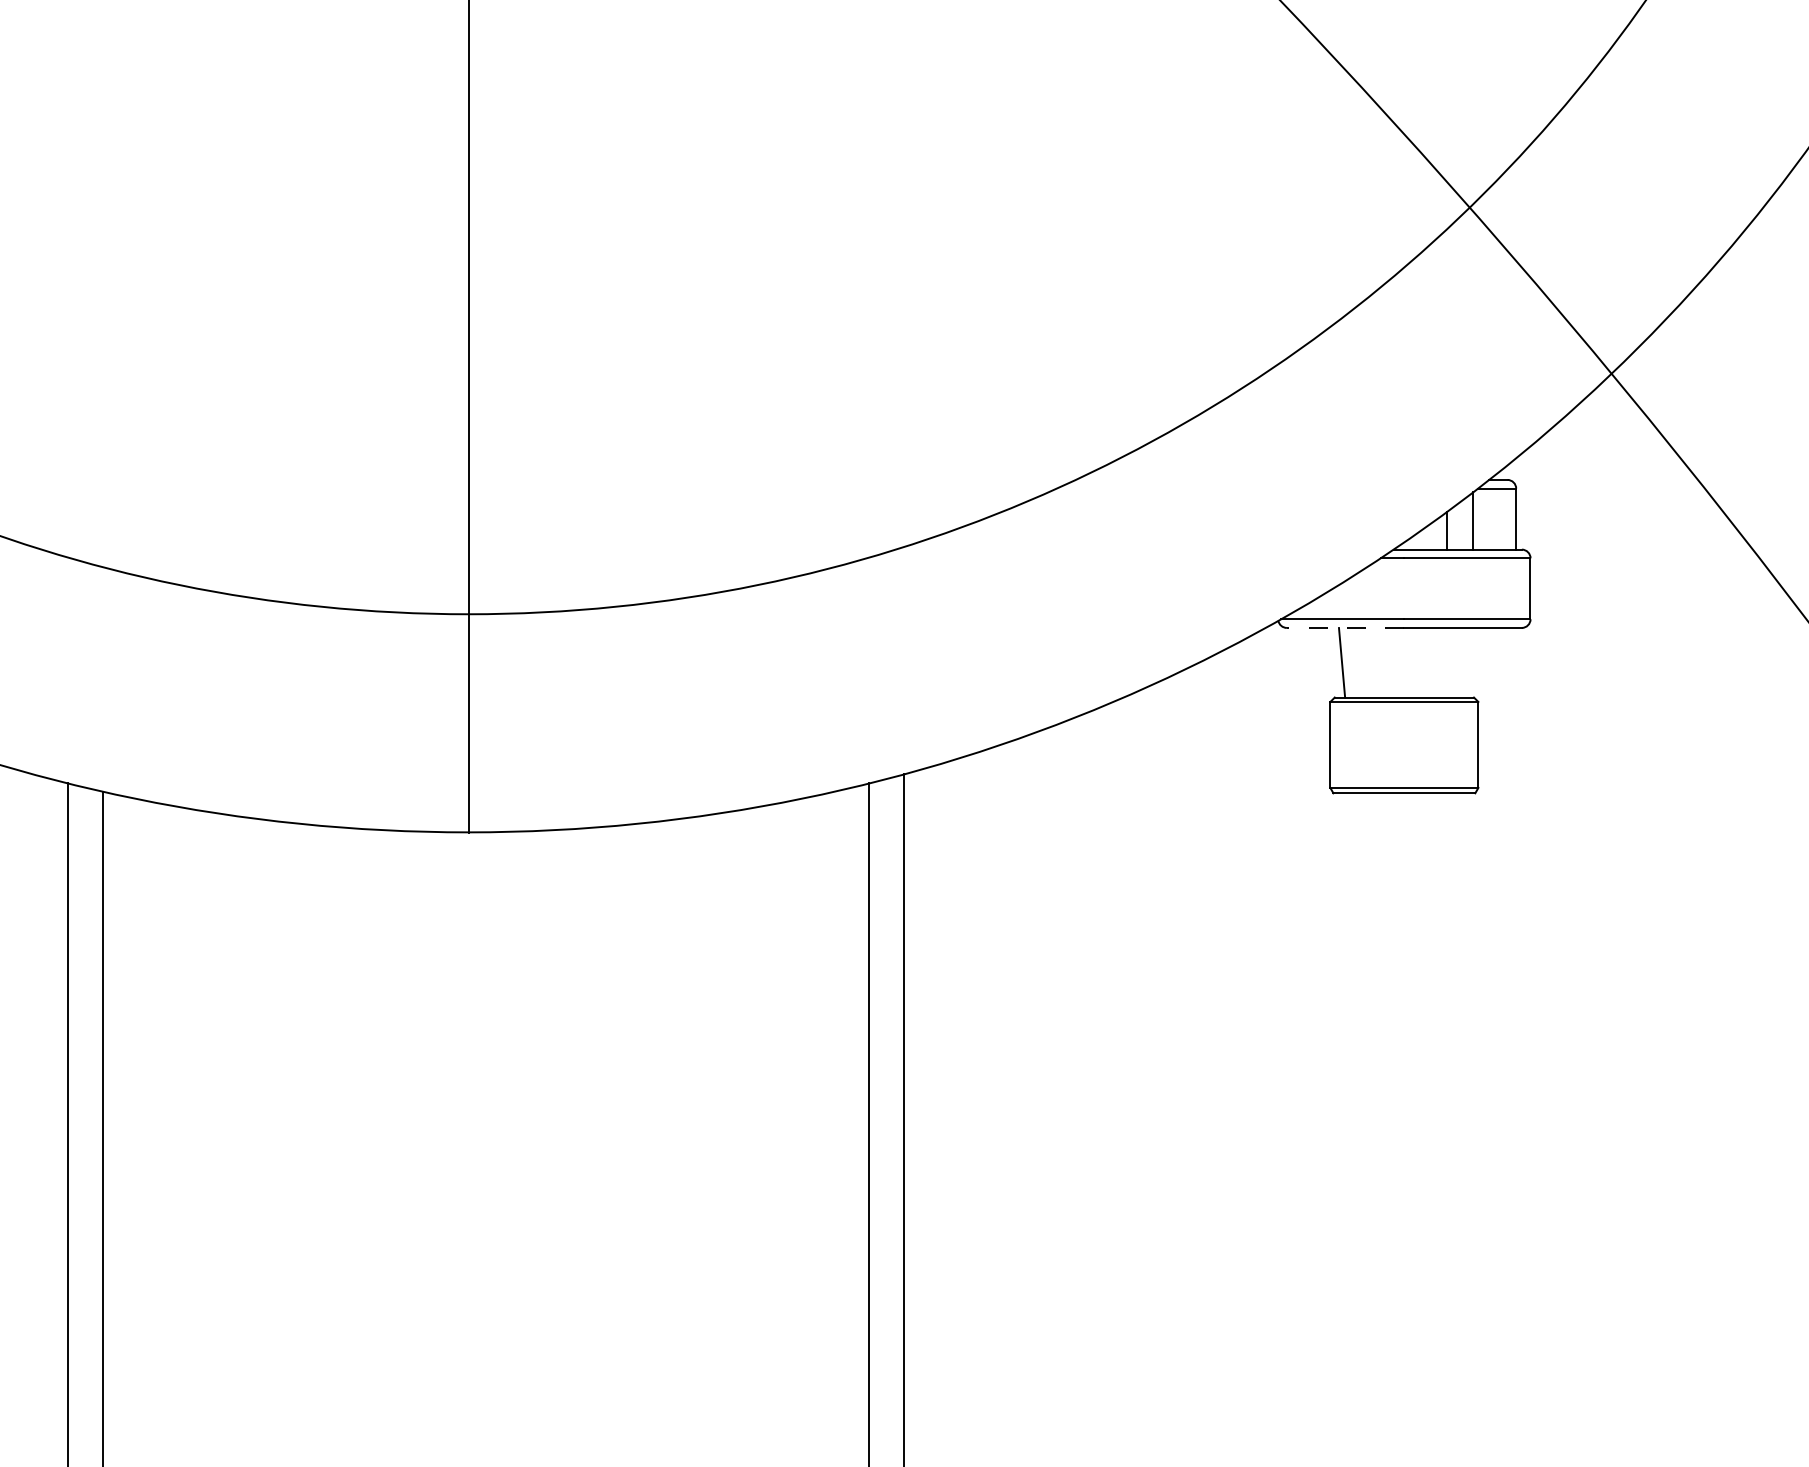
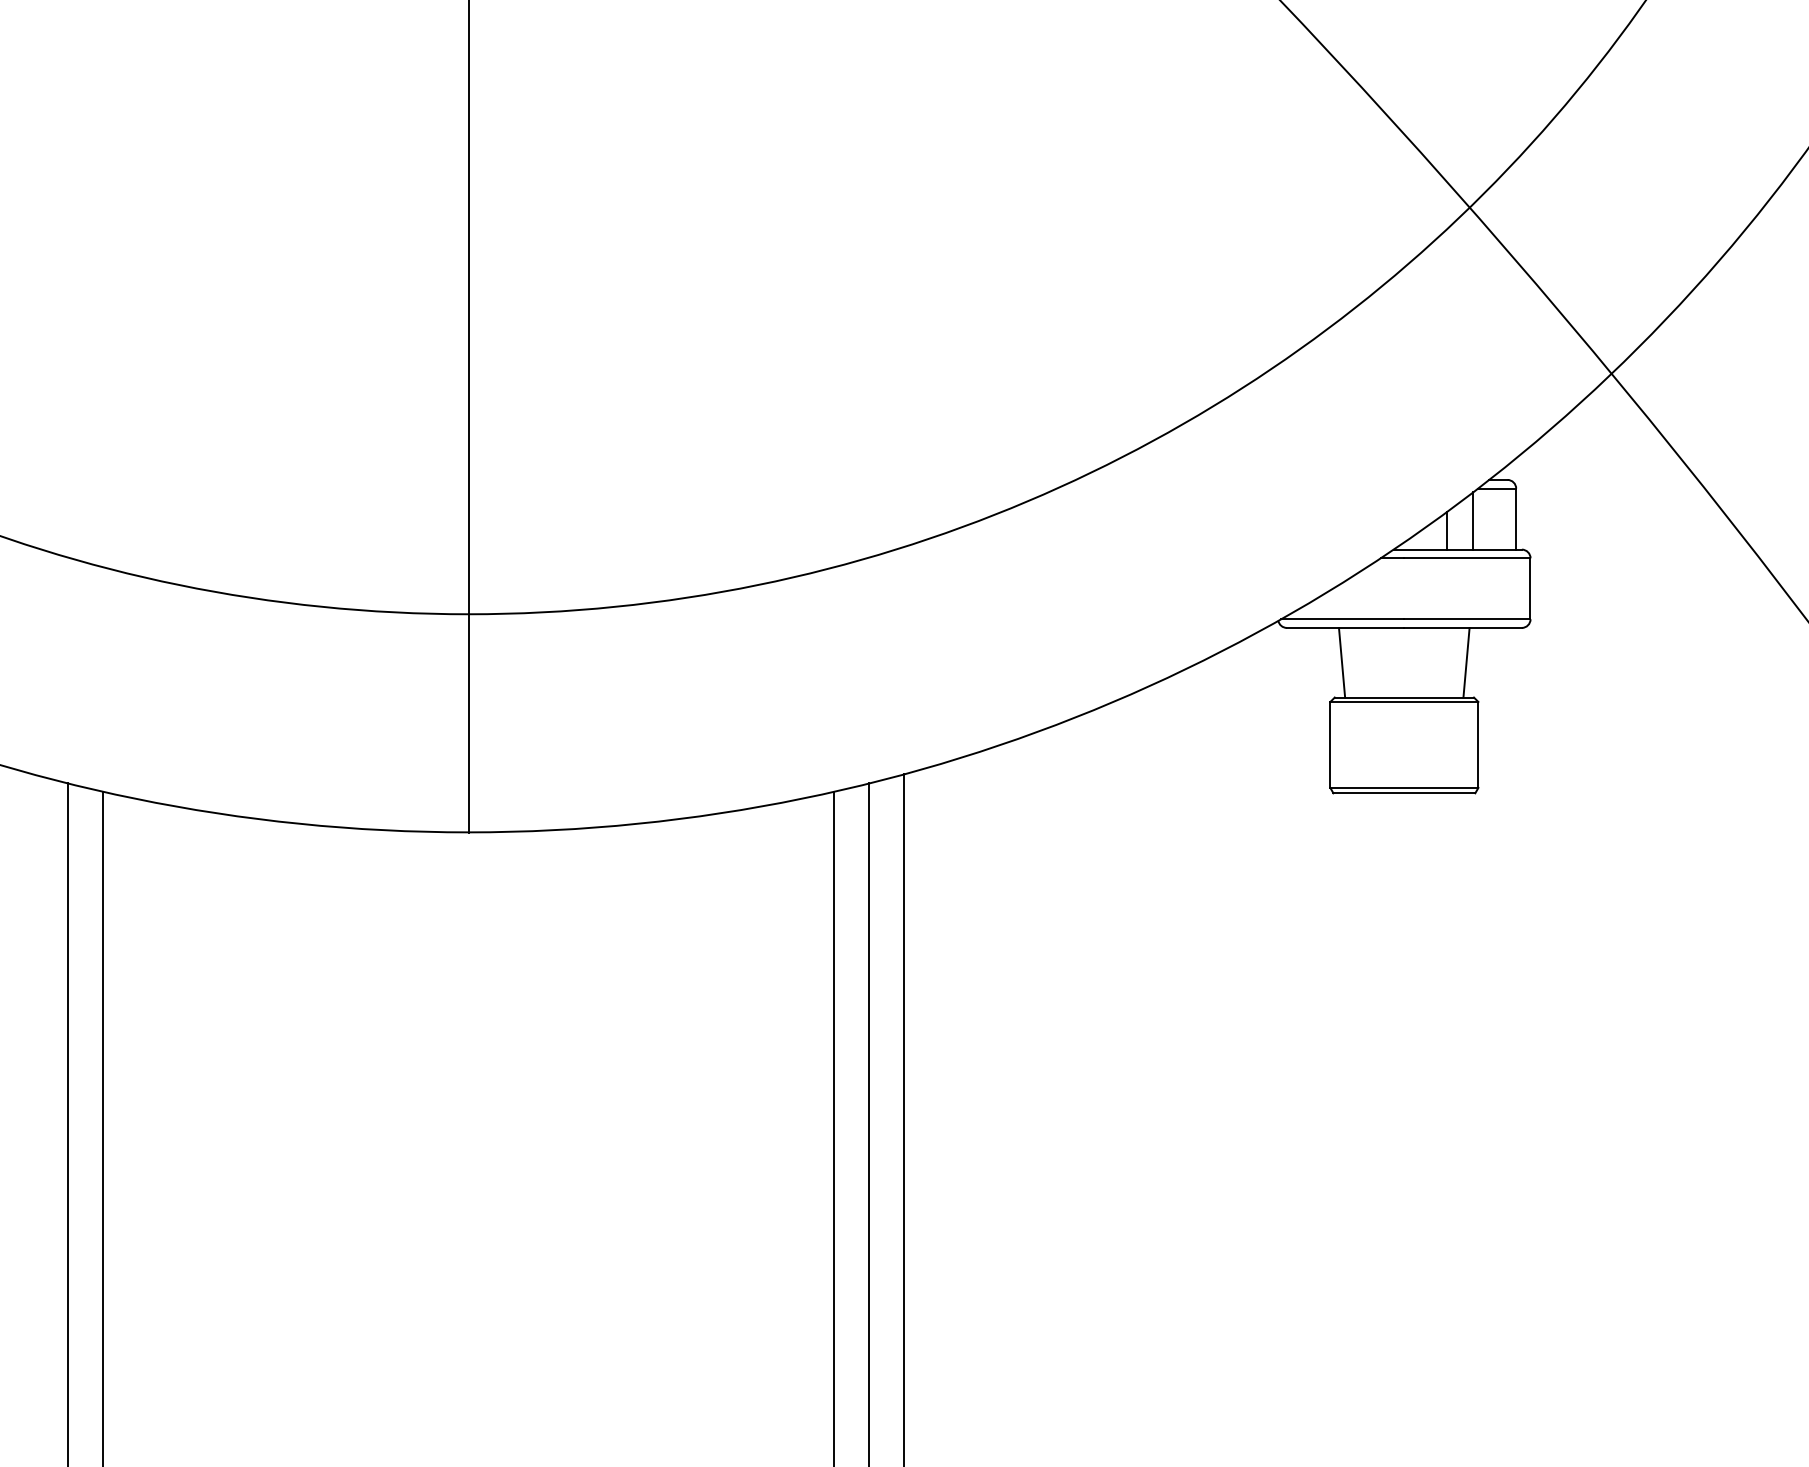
line at (1345, 628): dashed -> solid
line at (1466, 662): none -> present
line at (834, 1127): none -> present
